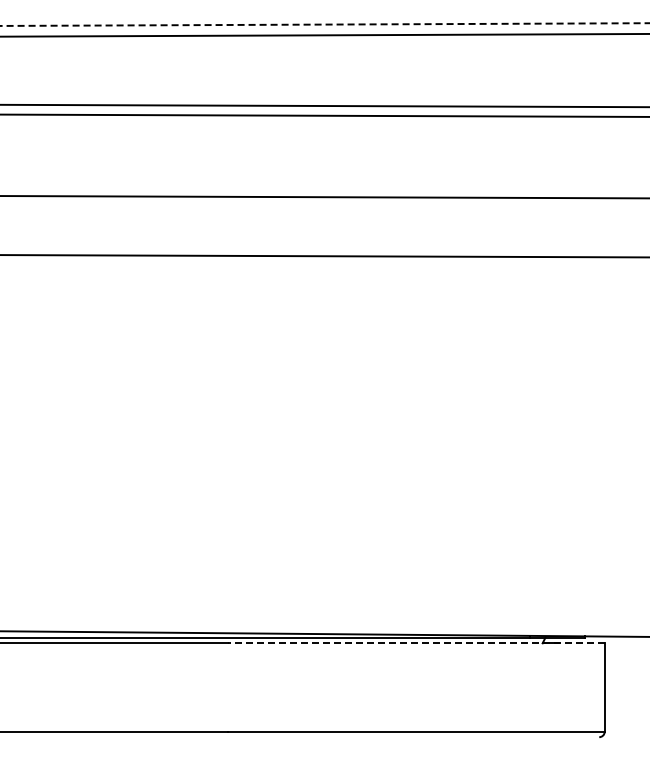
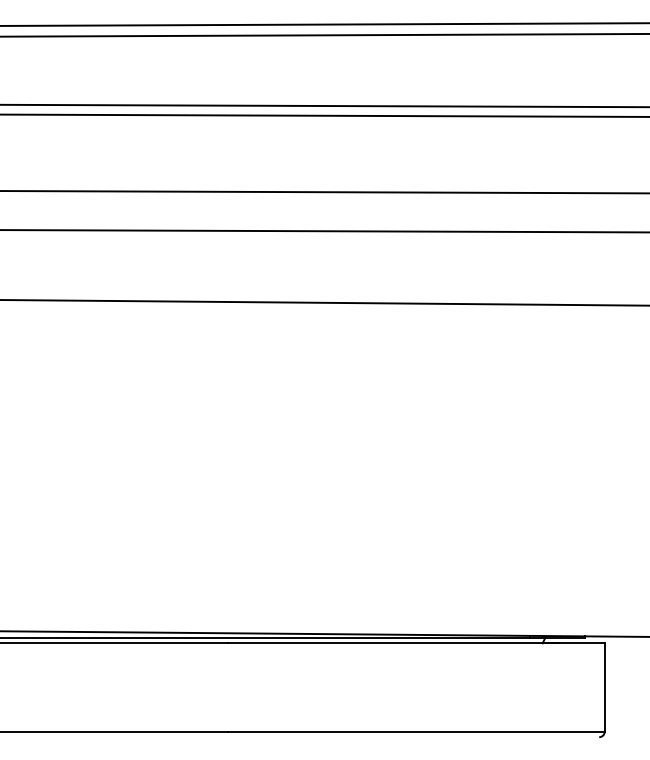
line at (325, 24): dashed -> solid
line at (324, 197) position: (324, 197) -> (324, 192)
line at (324, 256) position: (324, 256) -> (324, 231)
line at (324, 302): none -> present
line at (415, 643): dashed -> solid
